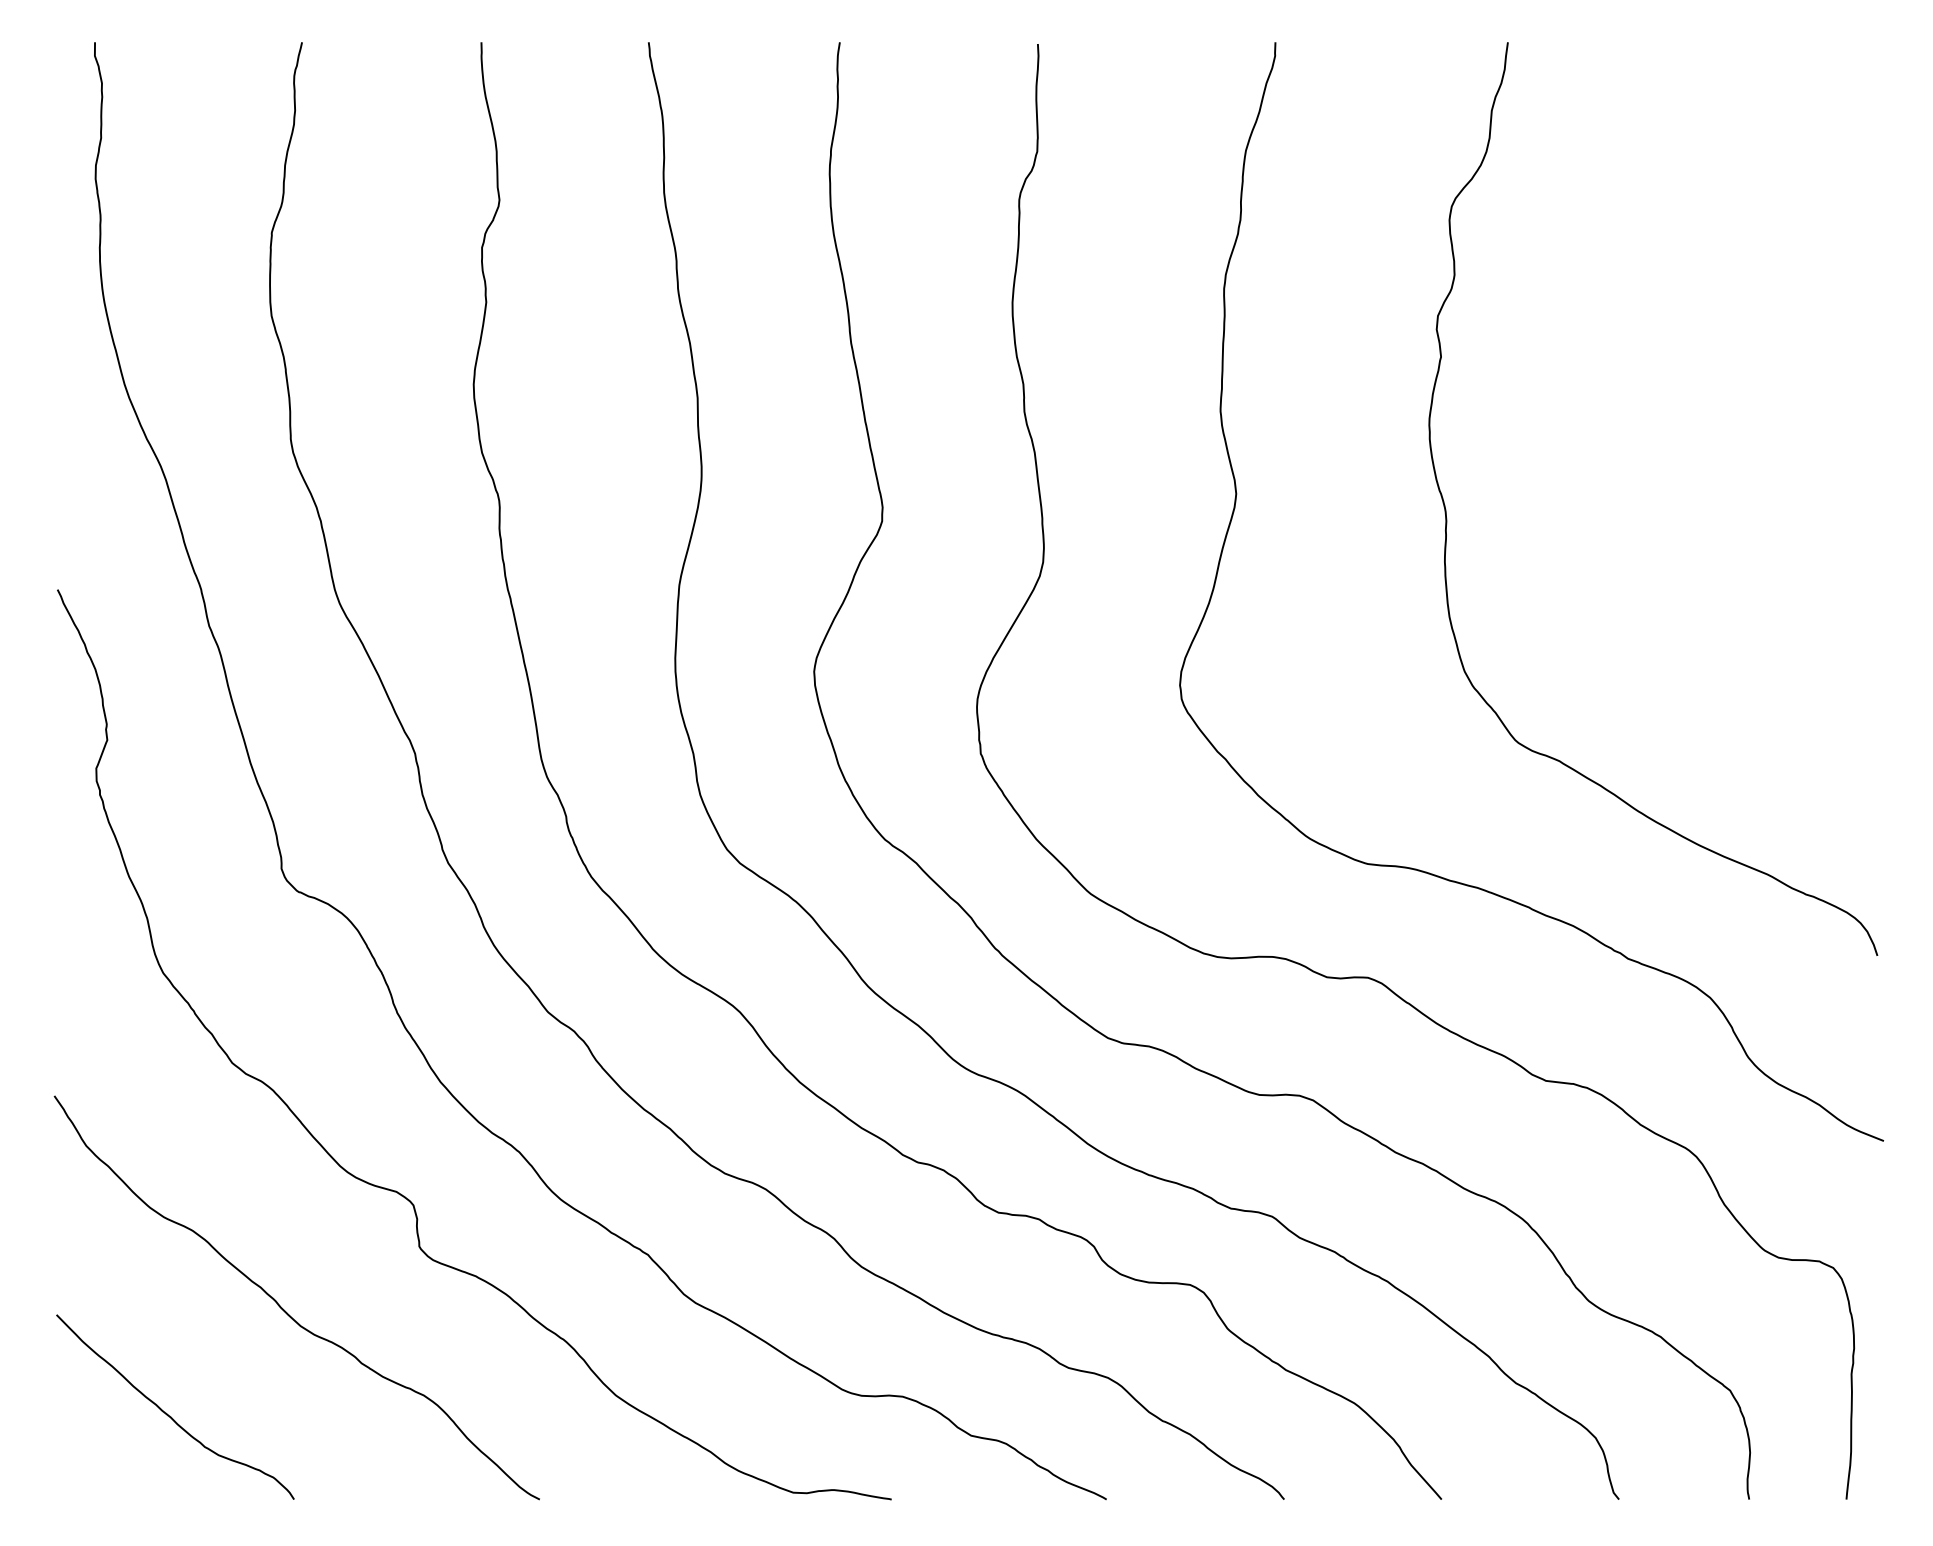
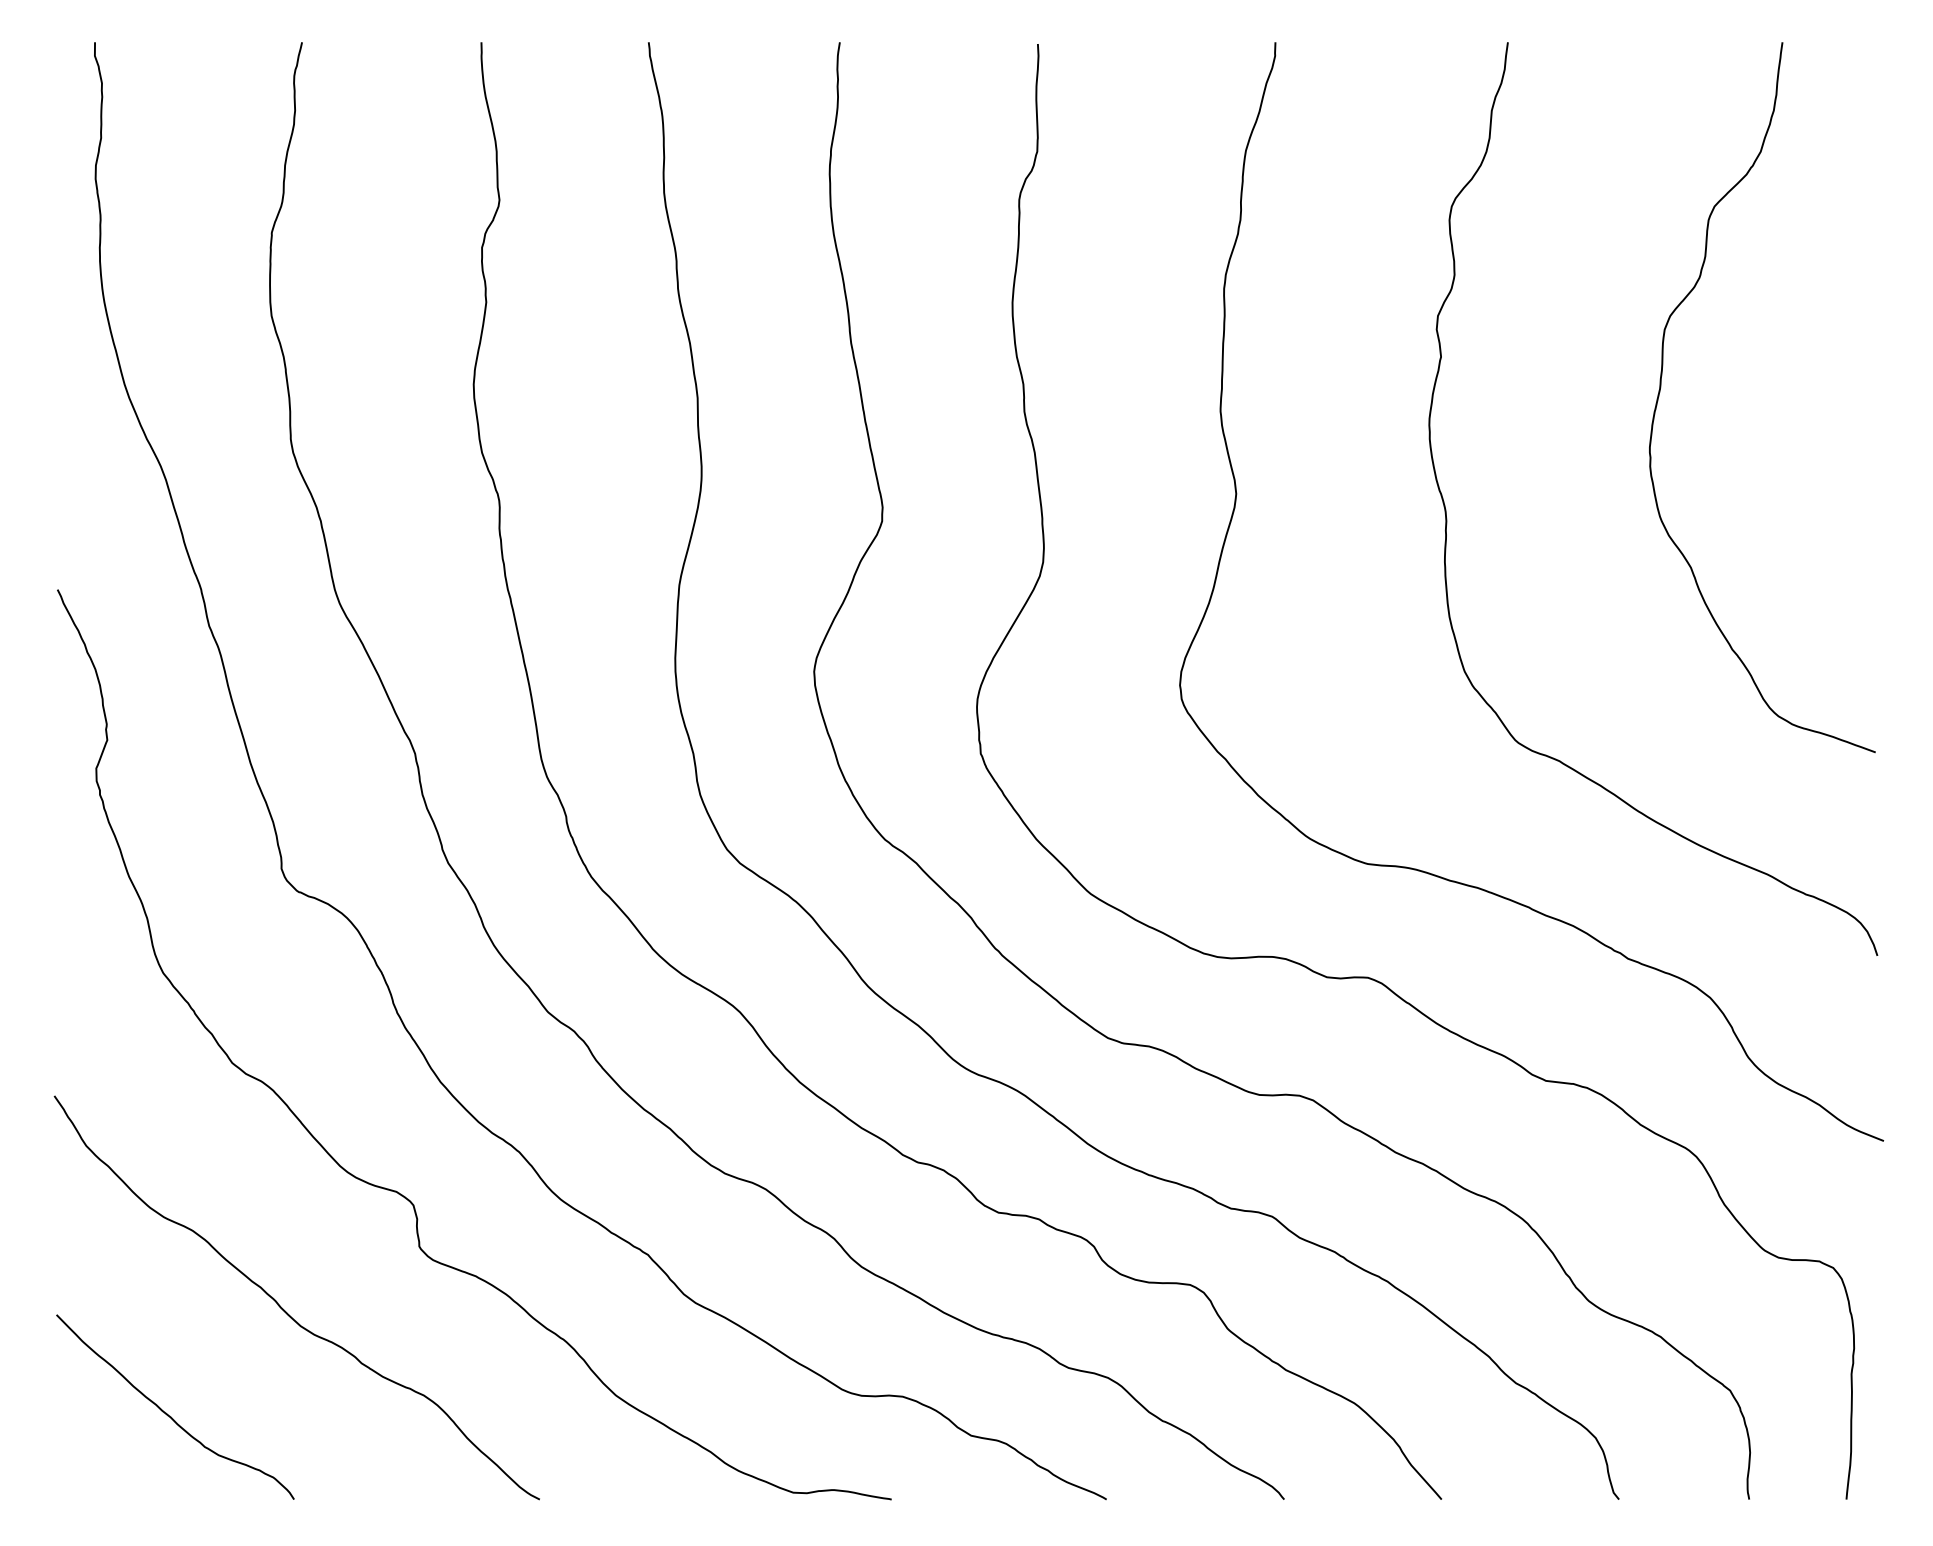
curve at (1661, 387): none -> present
